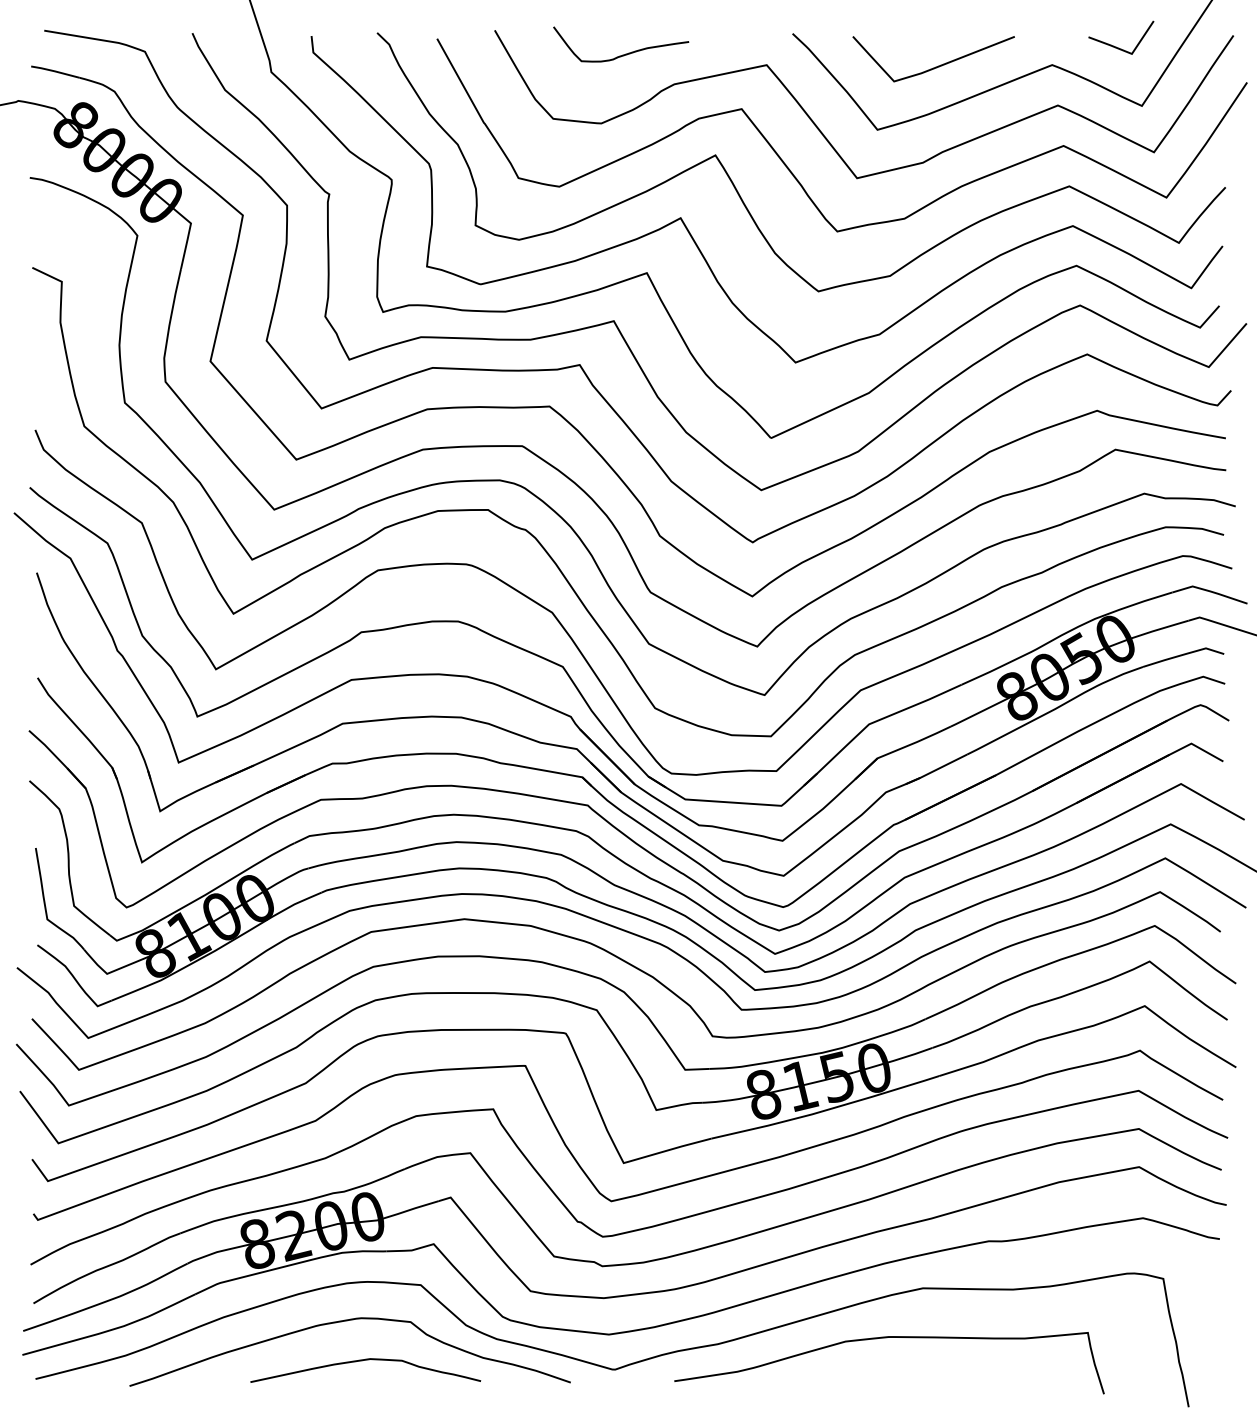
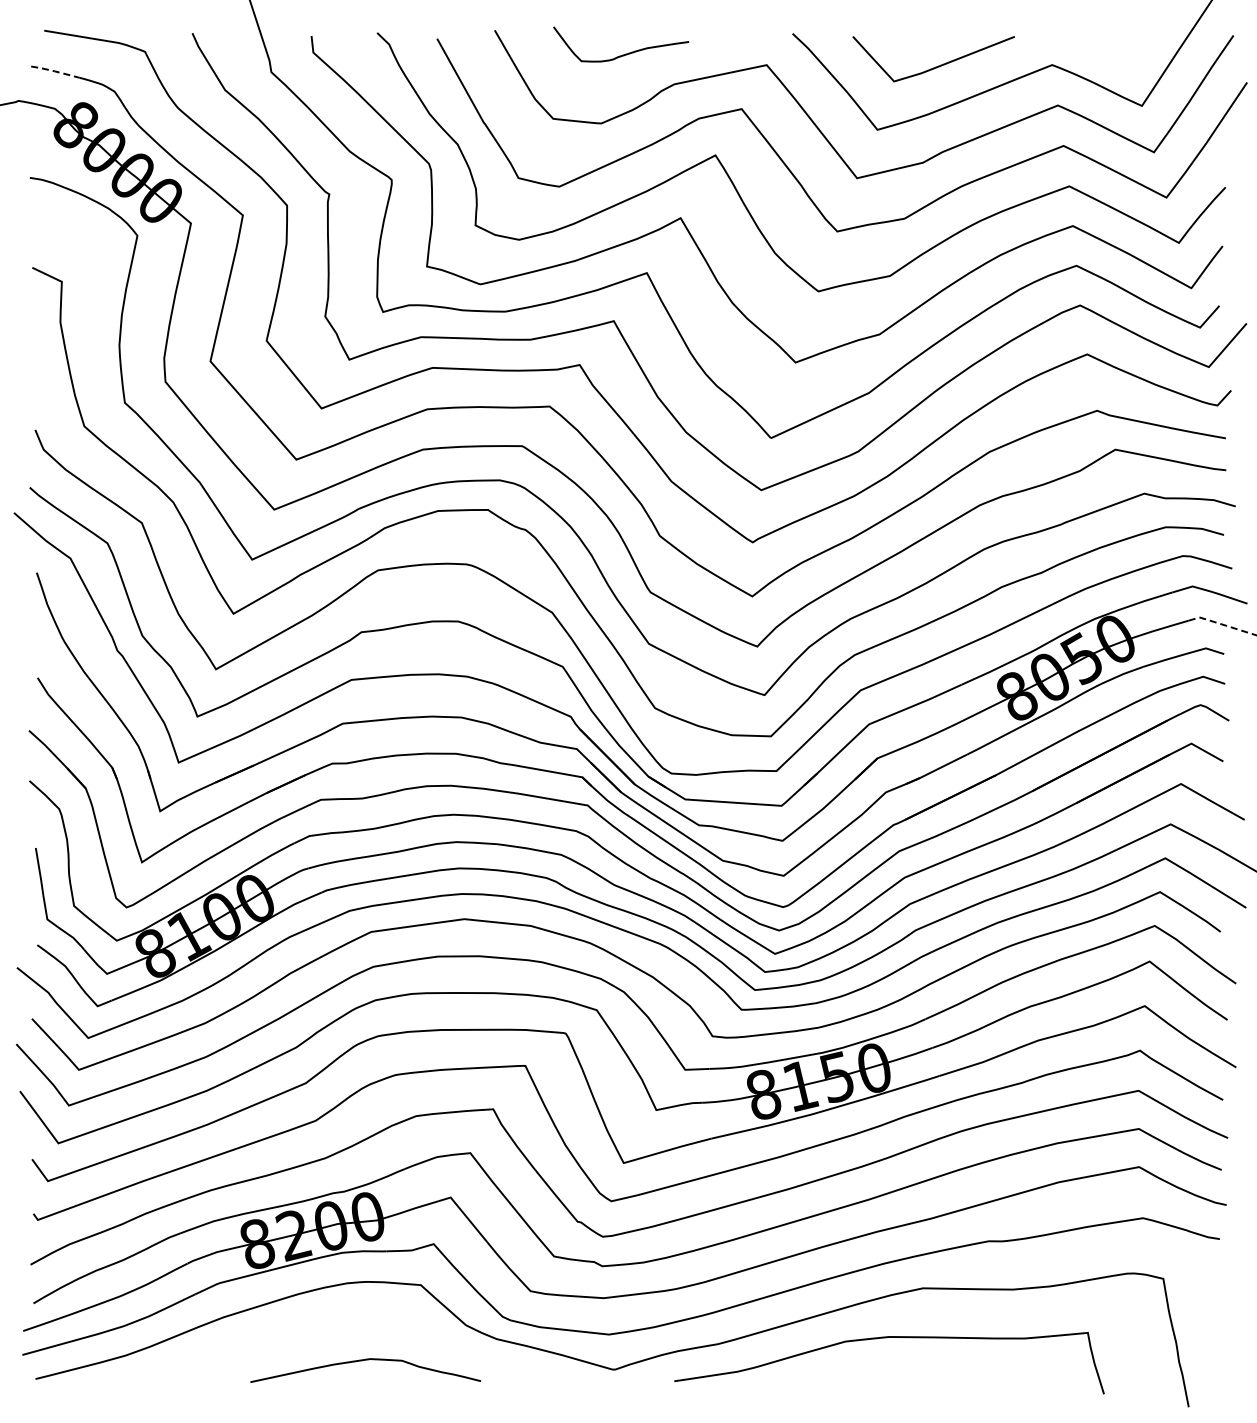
line at (1116, 46): present -> none
line at (54, 71): solid -> dashed
line at (1221, 624): solid -> dashed
curve at (347, 1321): present -> none
